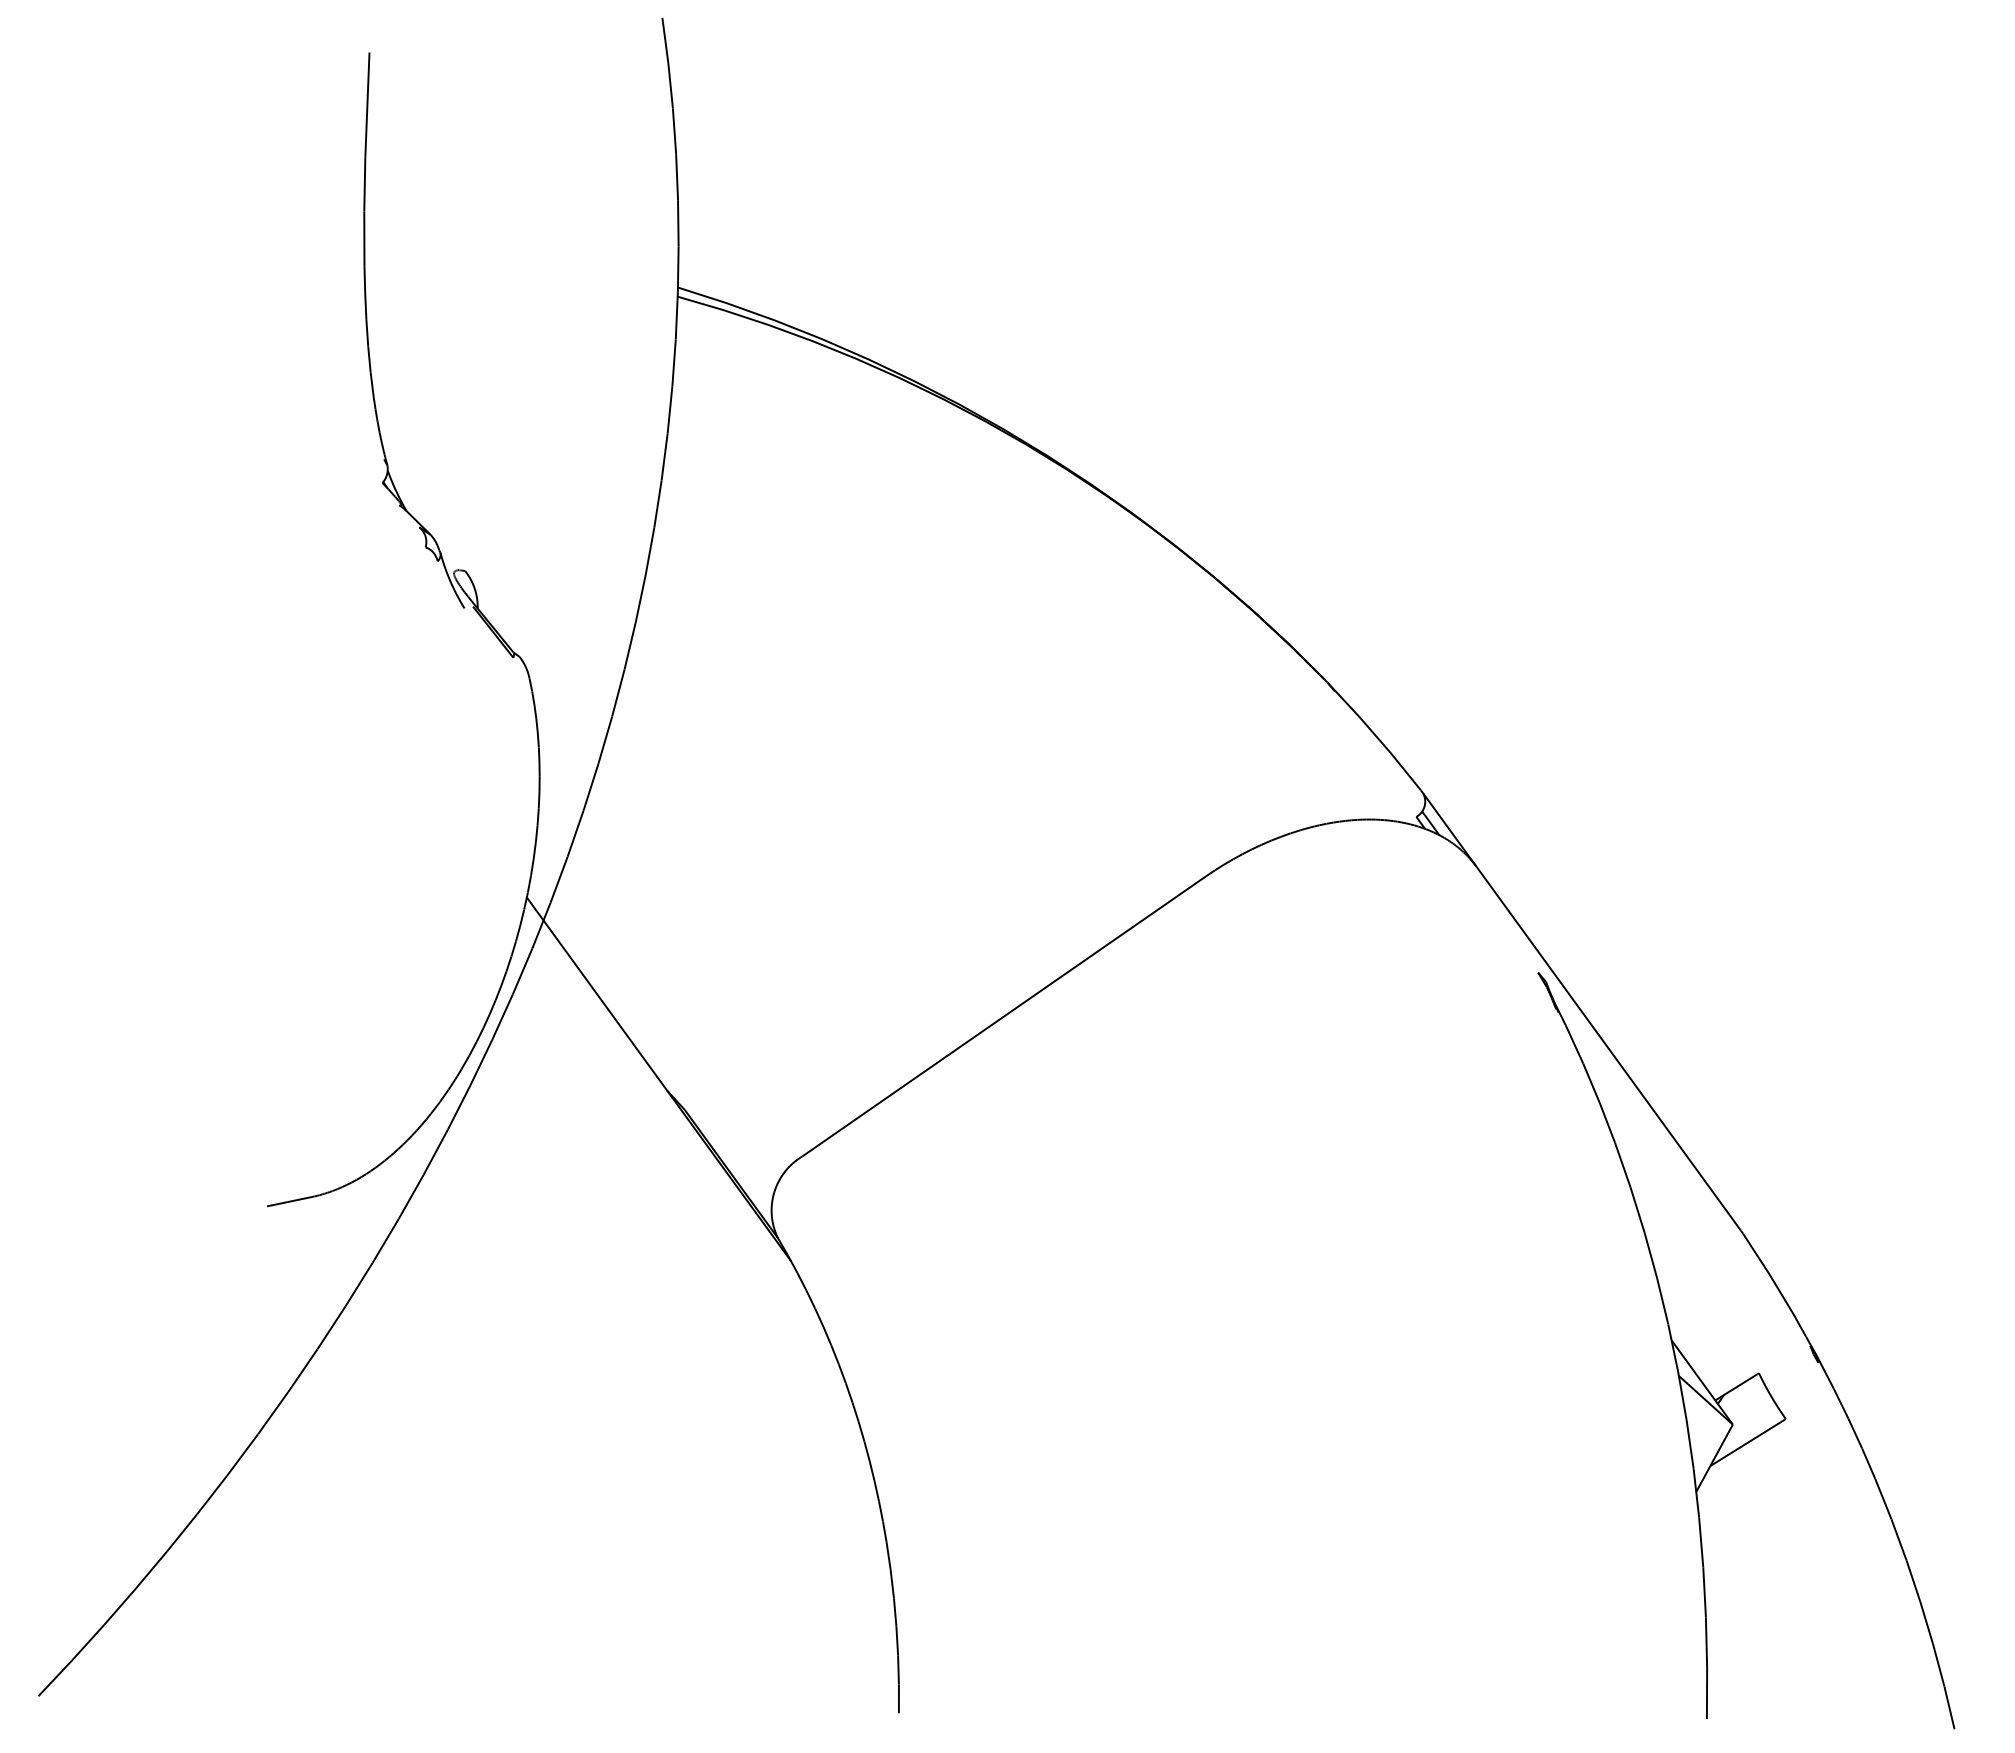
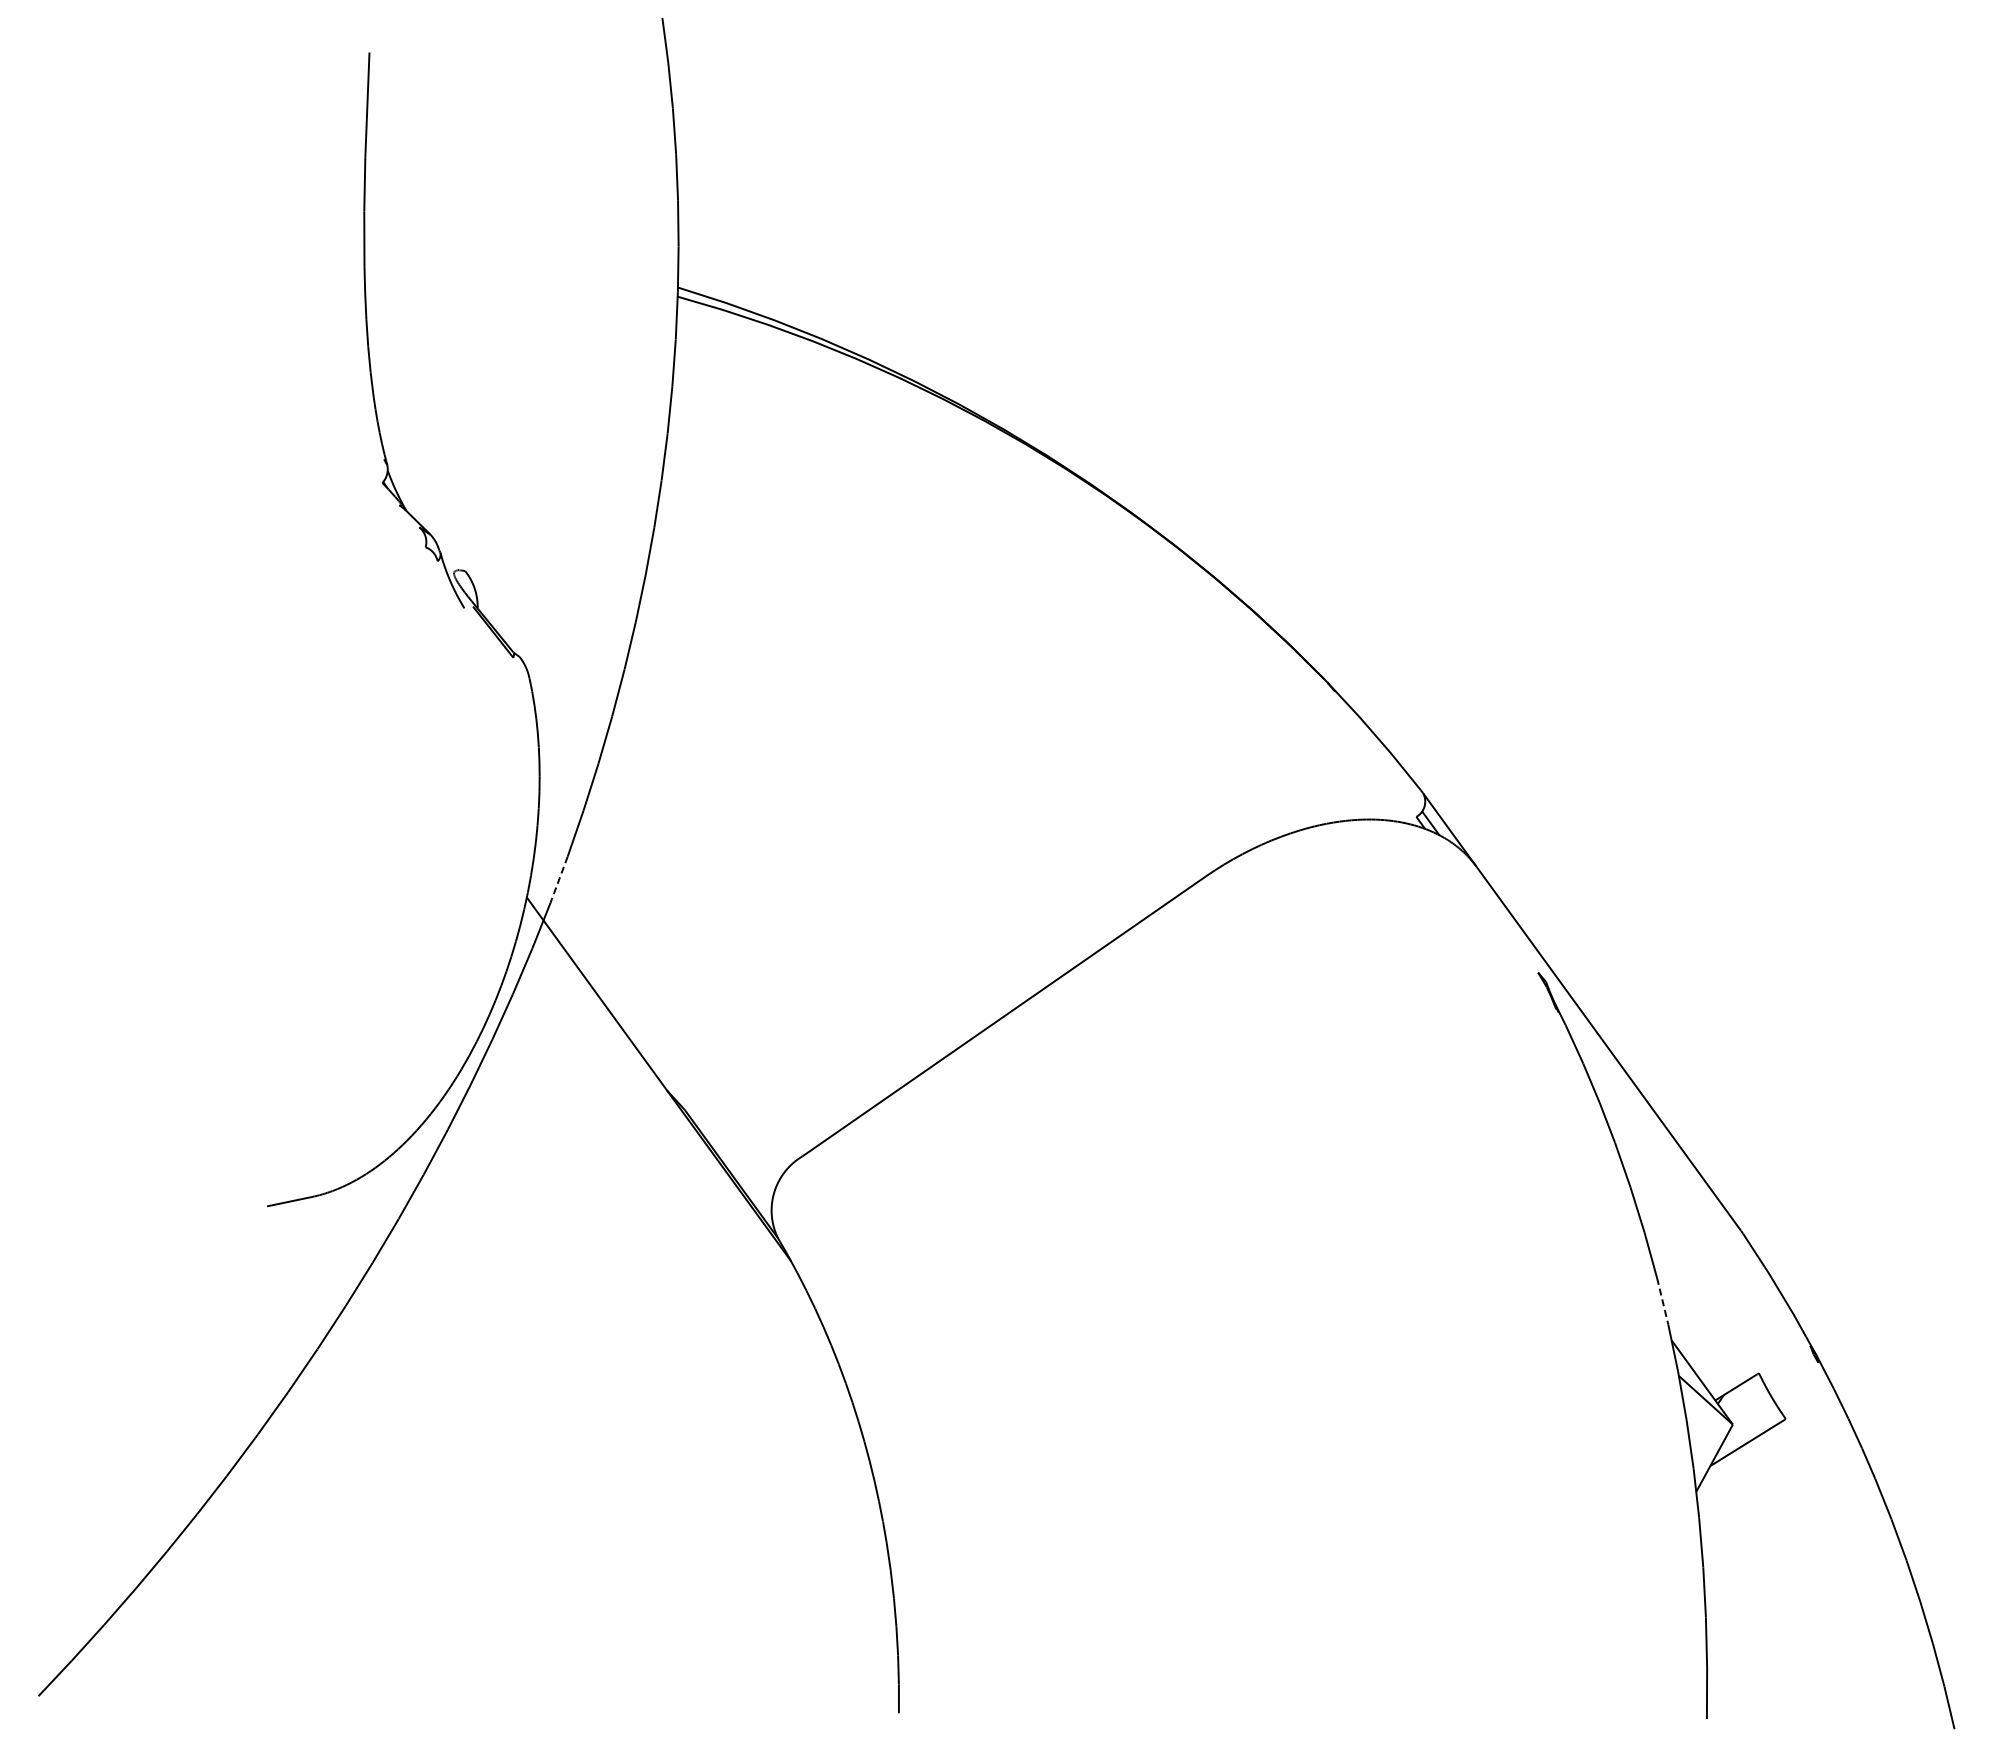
line at (559, 879): solid -> dashed
line at (1662, 1301): solid -> dashed
